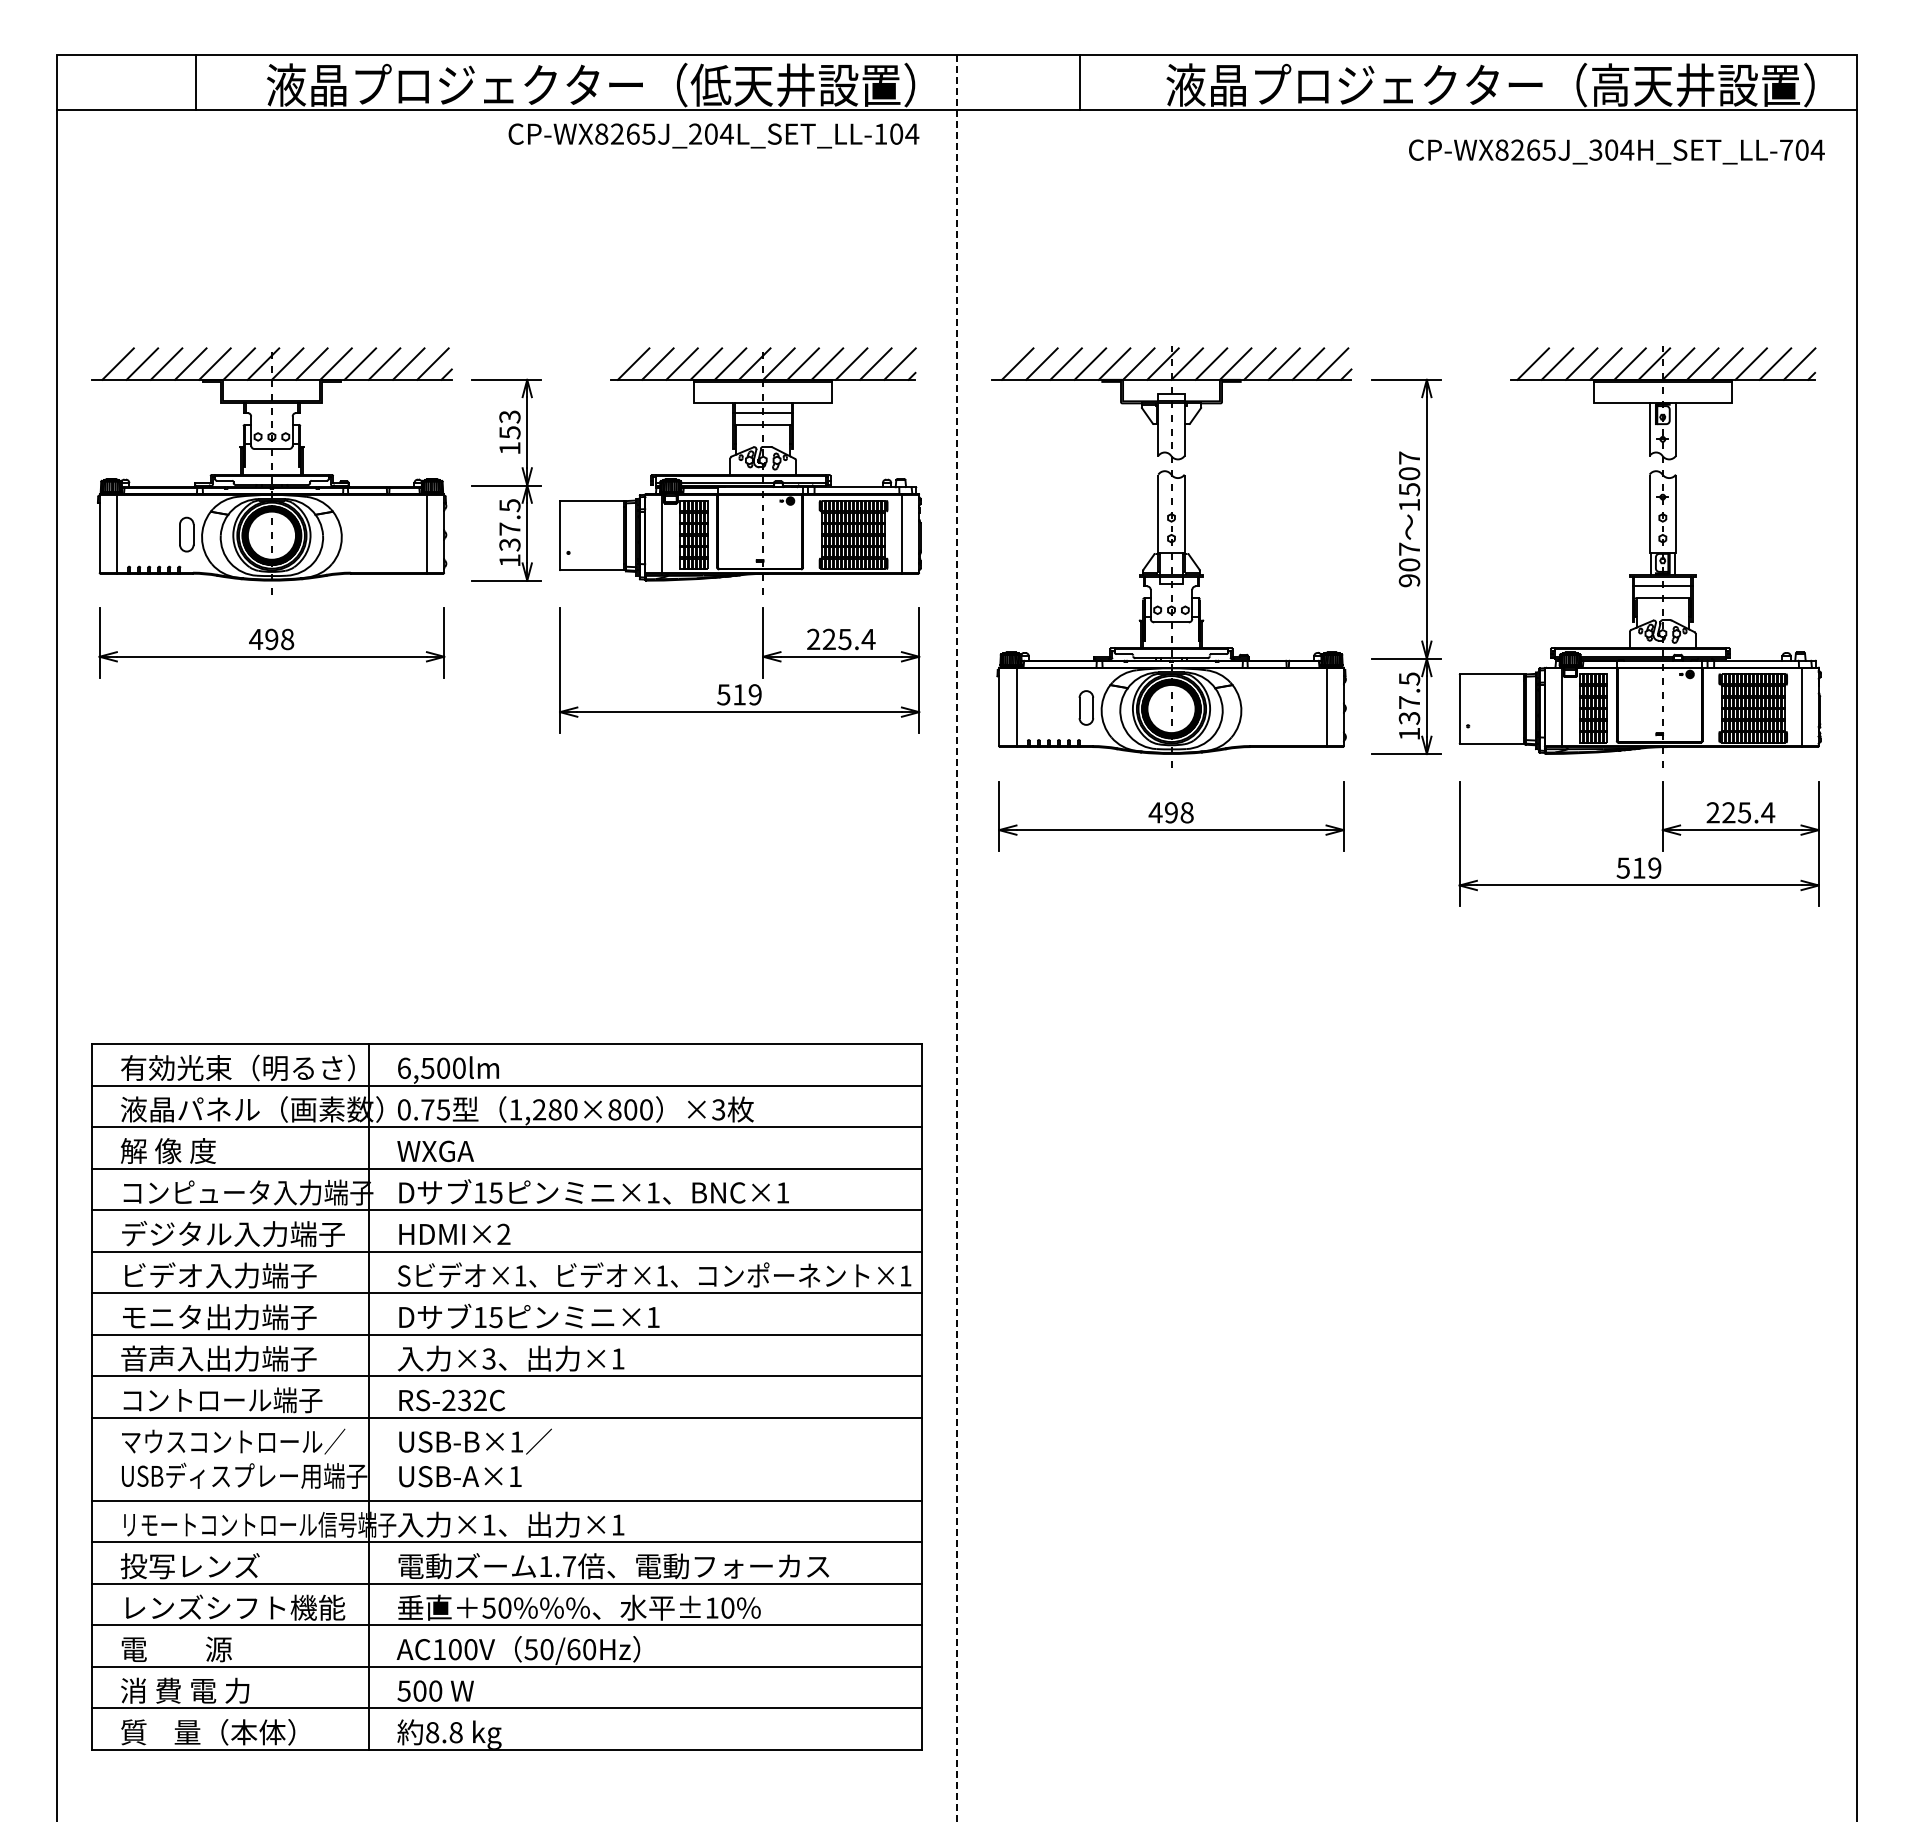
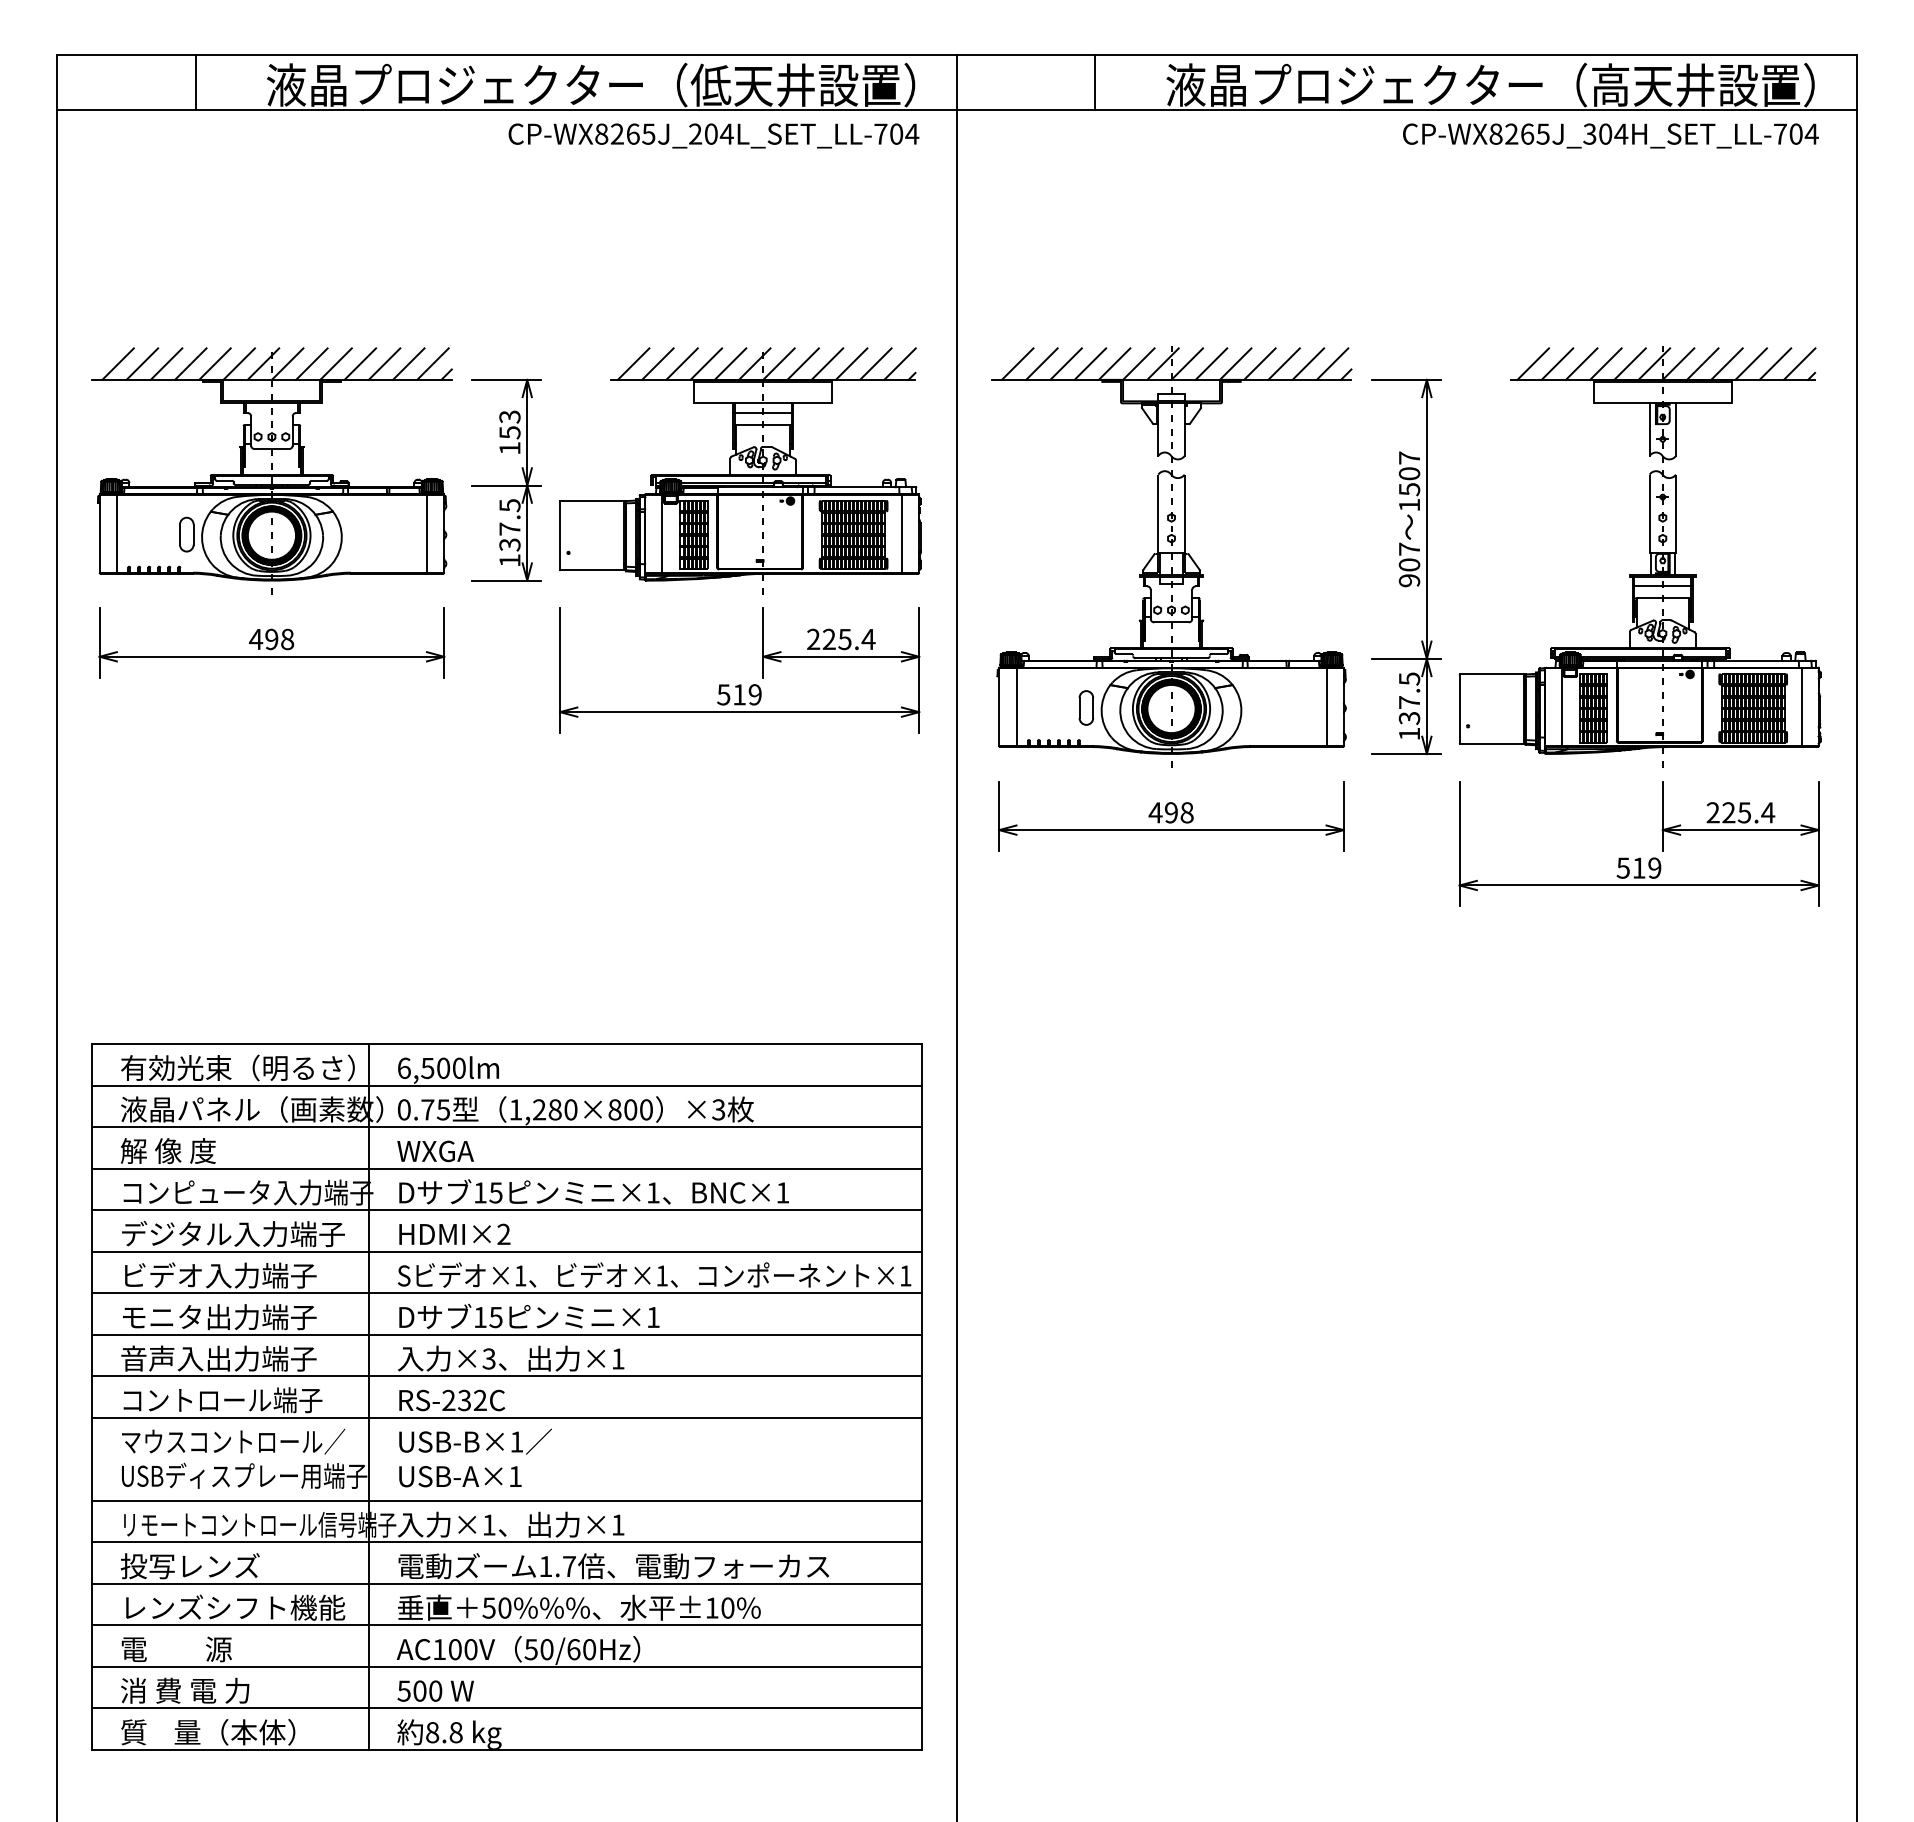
line at (1080, 81) position: (1080, 81) -> (1095, 81)
text at (880, 133): CP-WX8265J_204L_SET_LL-104 -> CP-WX8265J_204L_SET_LL-704
text at (1616, 151) position: (1616, 151) -> (1610, 135)
line at (957, 938): dashed -> solid
